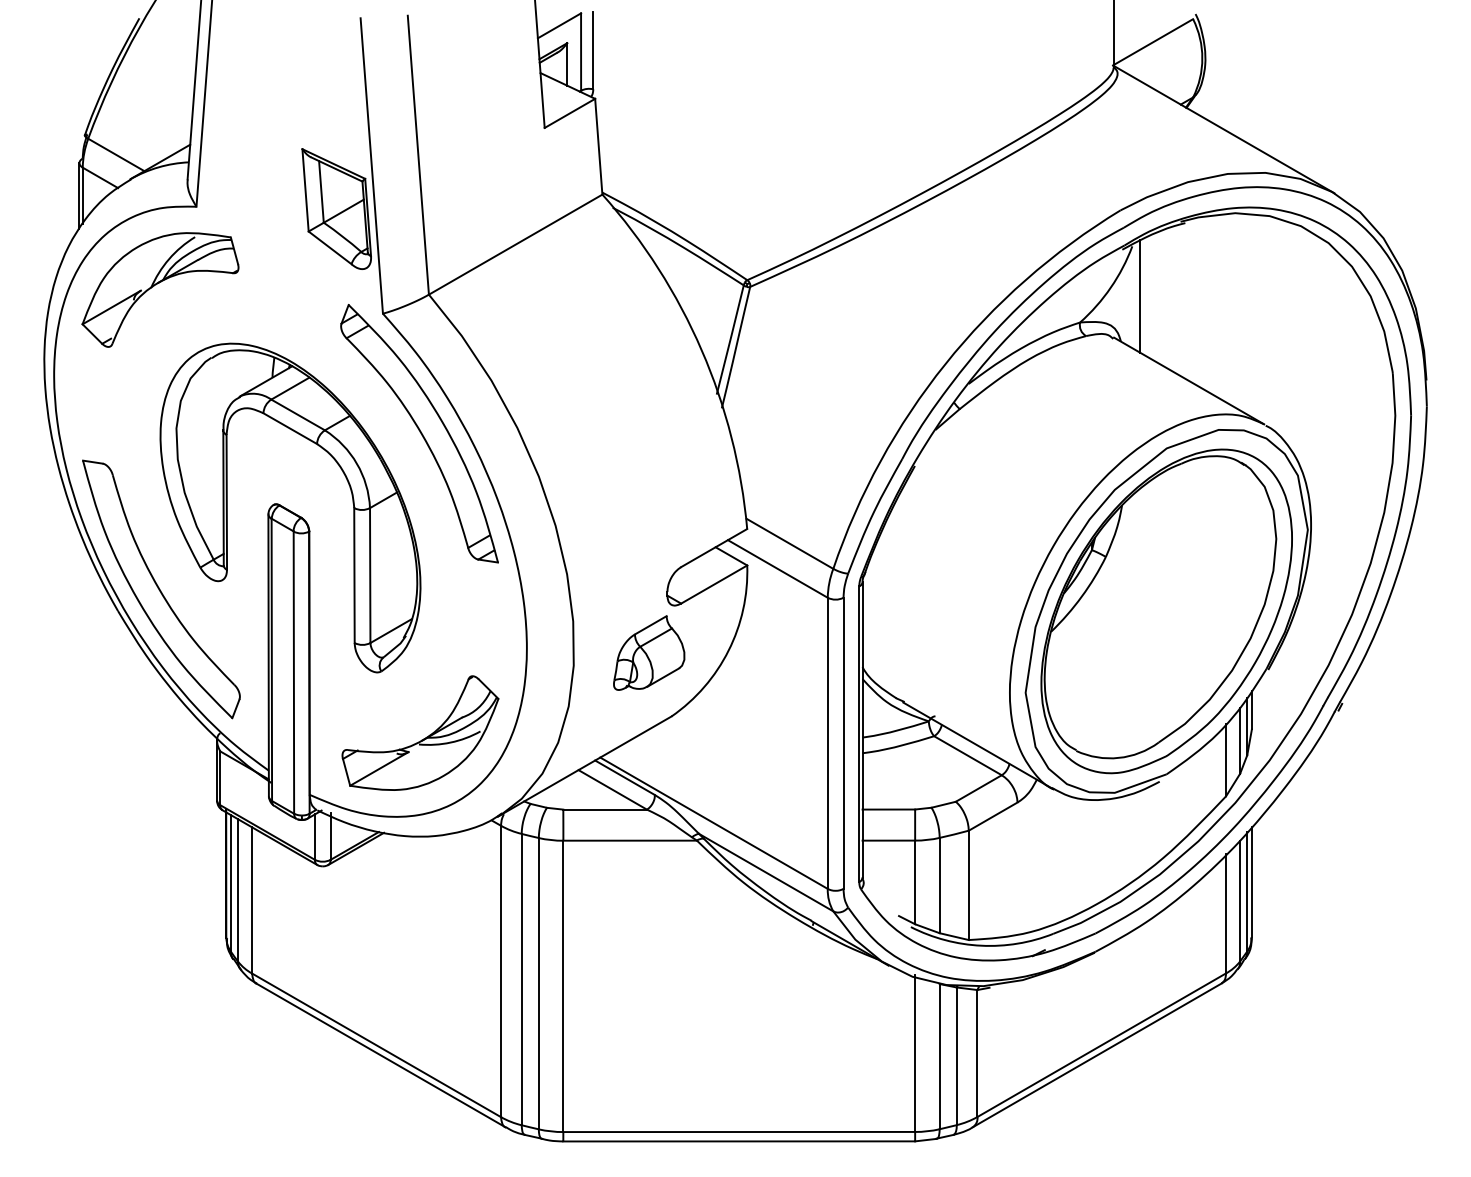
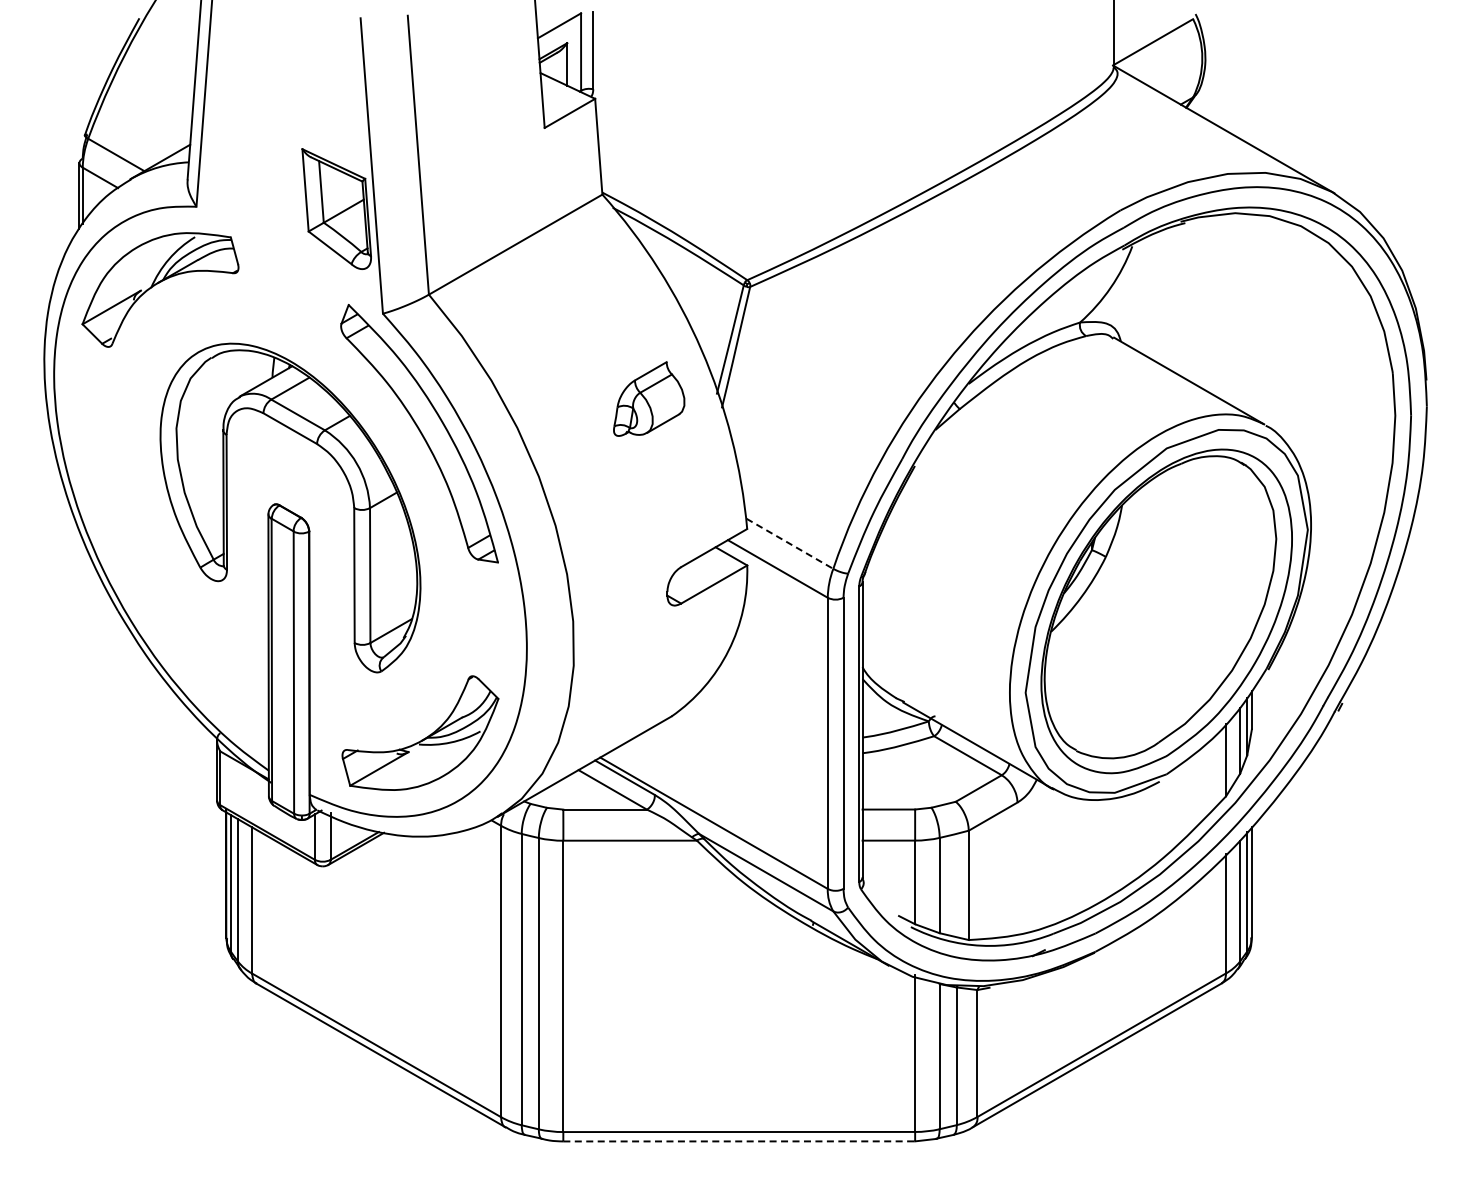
line at (1140, 296): present -> none
line at (790, 544): solid -> dashed
part at (161, 589): present -> none
part at (649, 652) position: (649, 652) -> (649, 398)
line at (739, 1141): solid -> dashed
